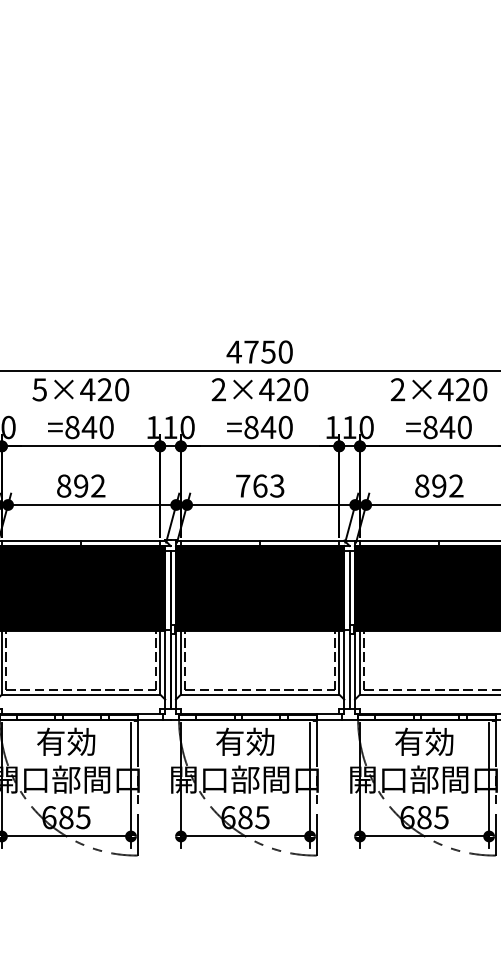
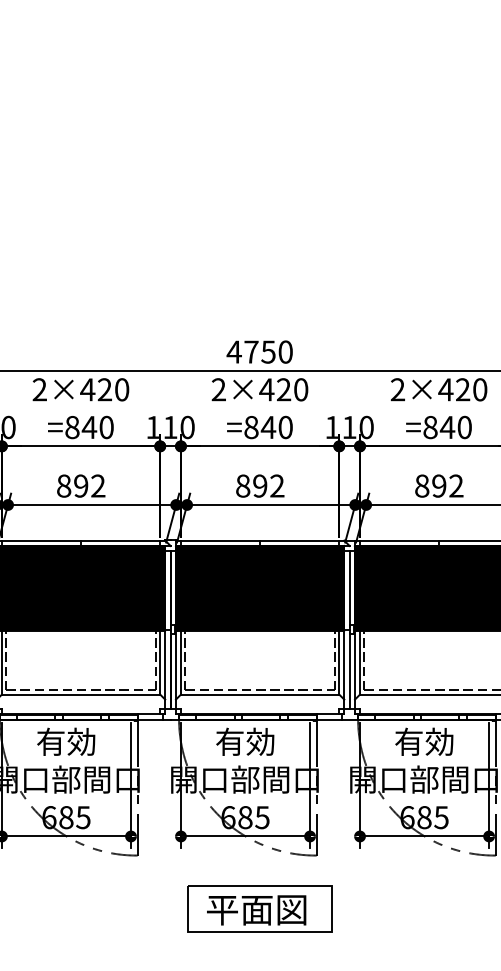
text at (39, 389): 5×420 -> 2×420
text at (260, 485): 763 -> 892
part at (259, 908): none -> present
